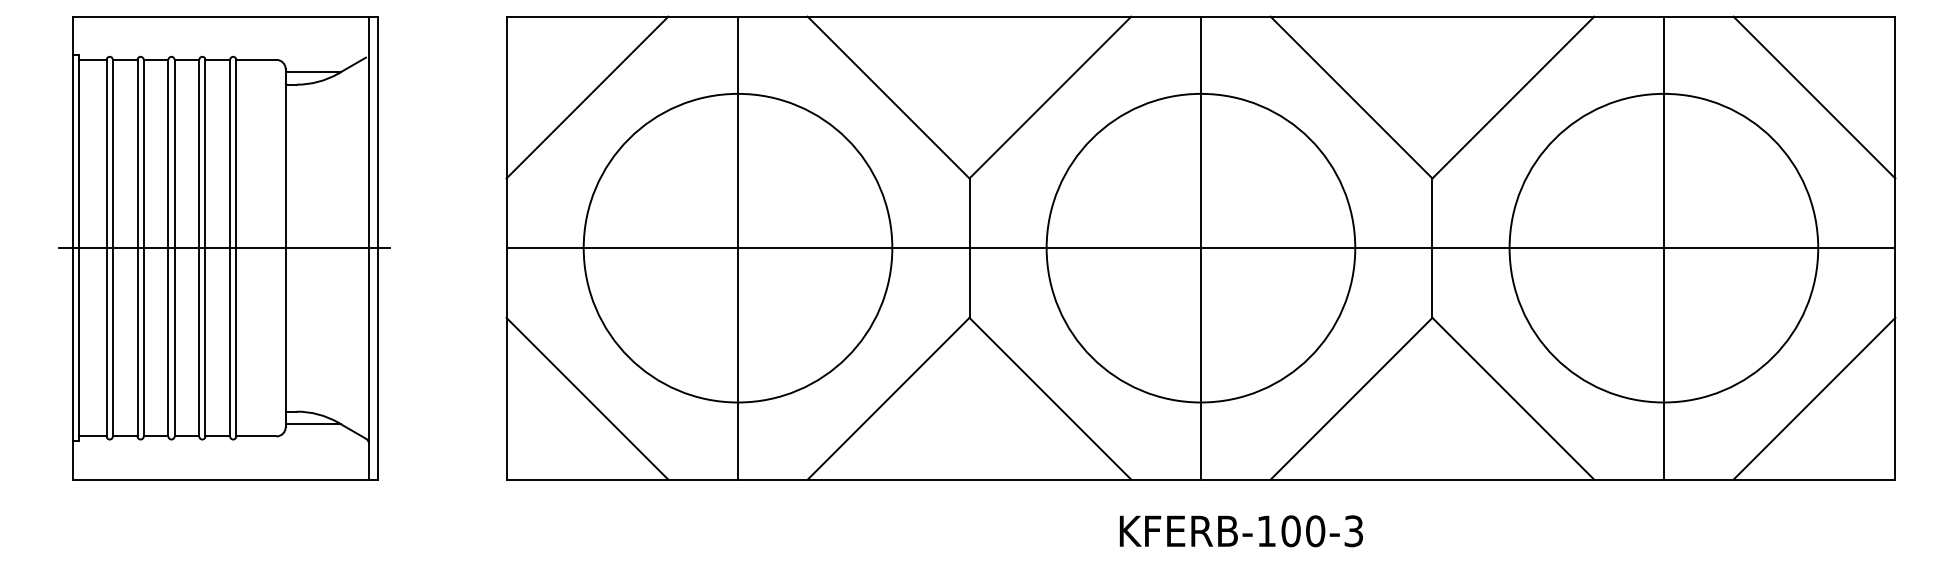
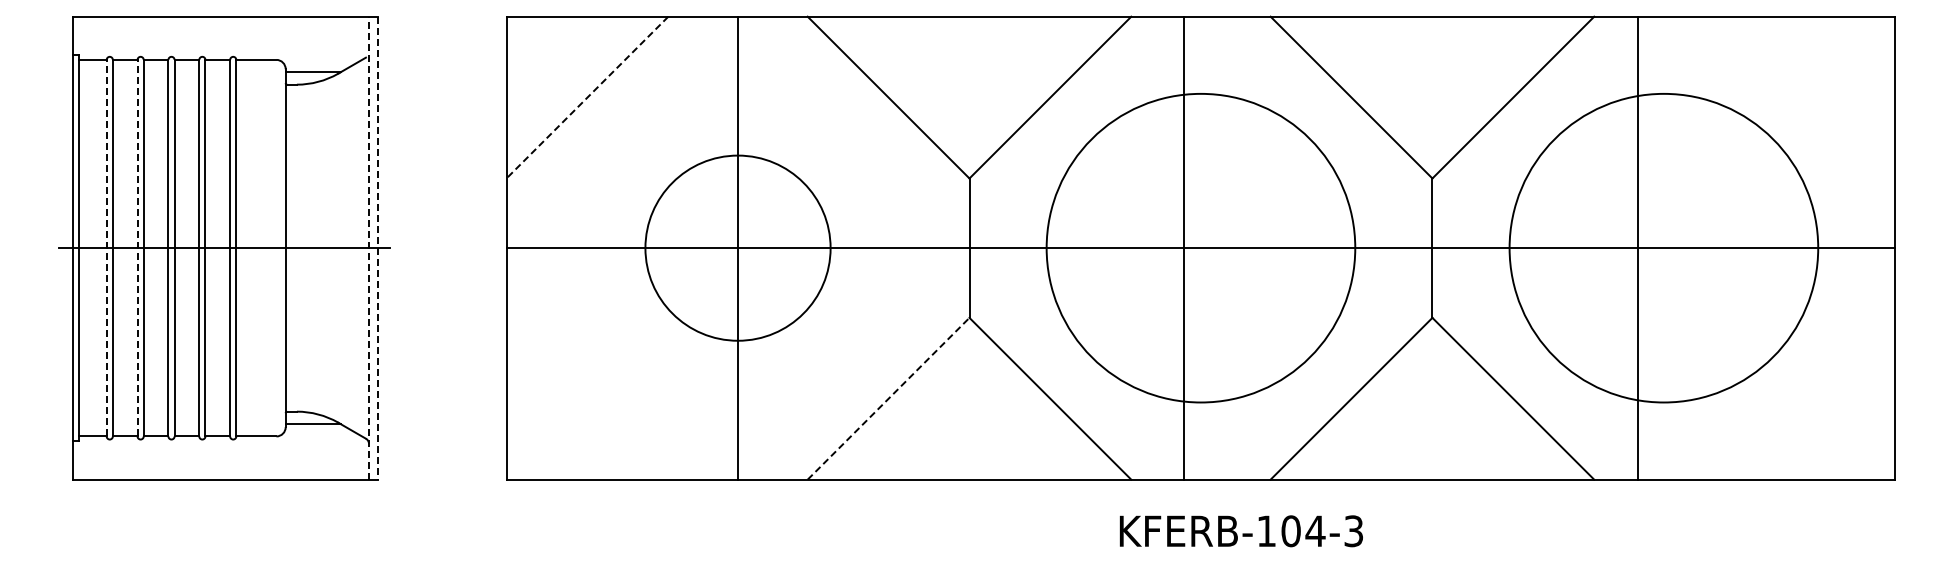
line at (587, 97): solid -> dashed
line at (1814, 97): present -> none
line at (106, 247): solid -> dashed
line at (137, 247): solid -> dashed
line at (369, 247): solid -> dashed
circle at (737, 247) diameter: 309 px -> 185 px
line at (1200, 247) position: (1200, 247) -> (1183, 247)
line at (1663, 247) position: (1663, 247) -> (1637, 247)
line at (378, 248): solid -> dashed
line at (587, 398): present -> none
line at (888, 398): solid -> dashed
line at (1814, 398): present -> none
text at (1315, 531): KFERB-100-3 -> KFERB-104-3
